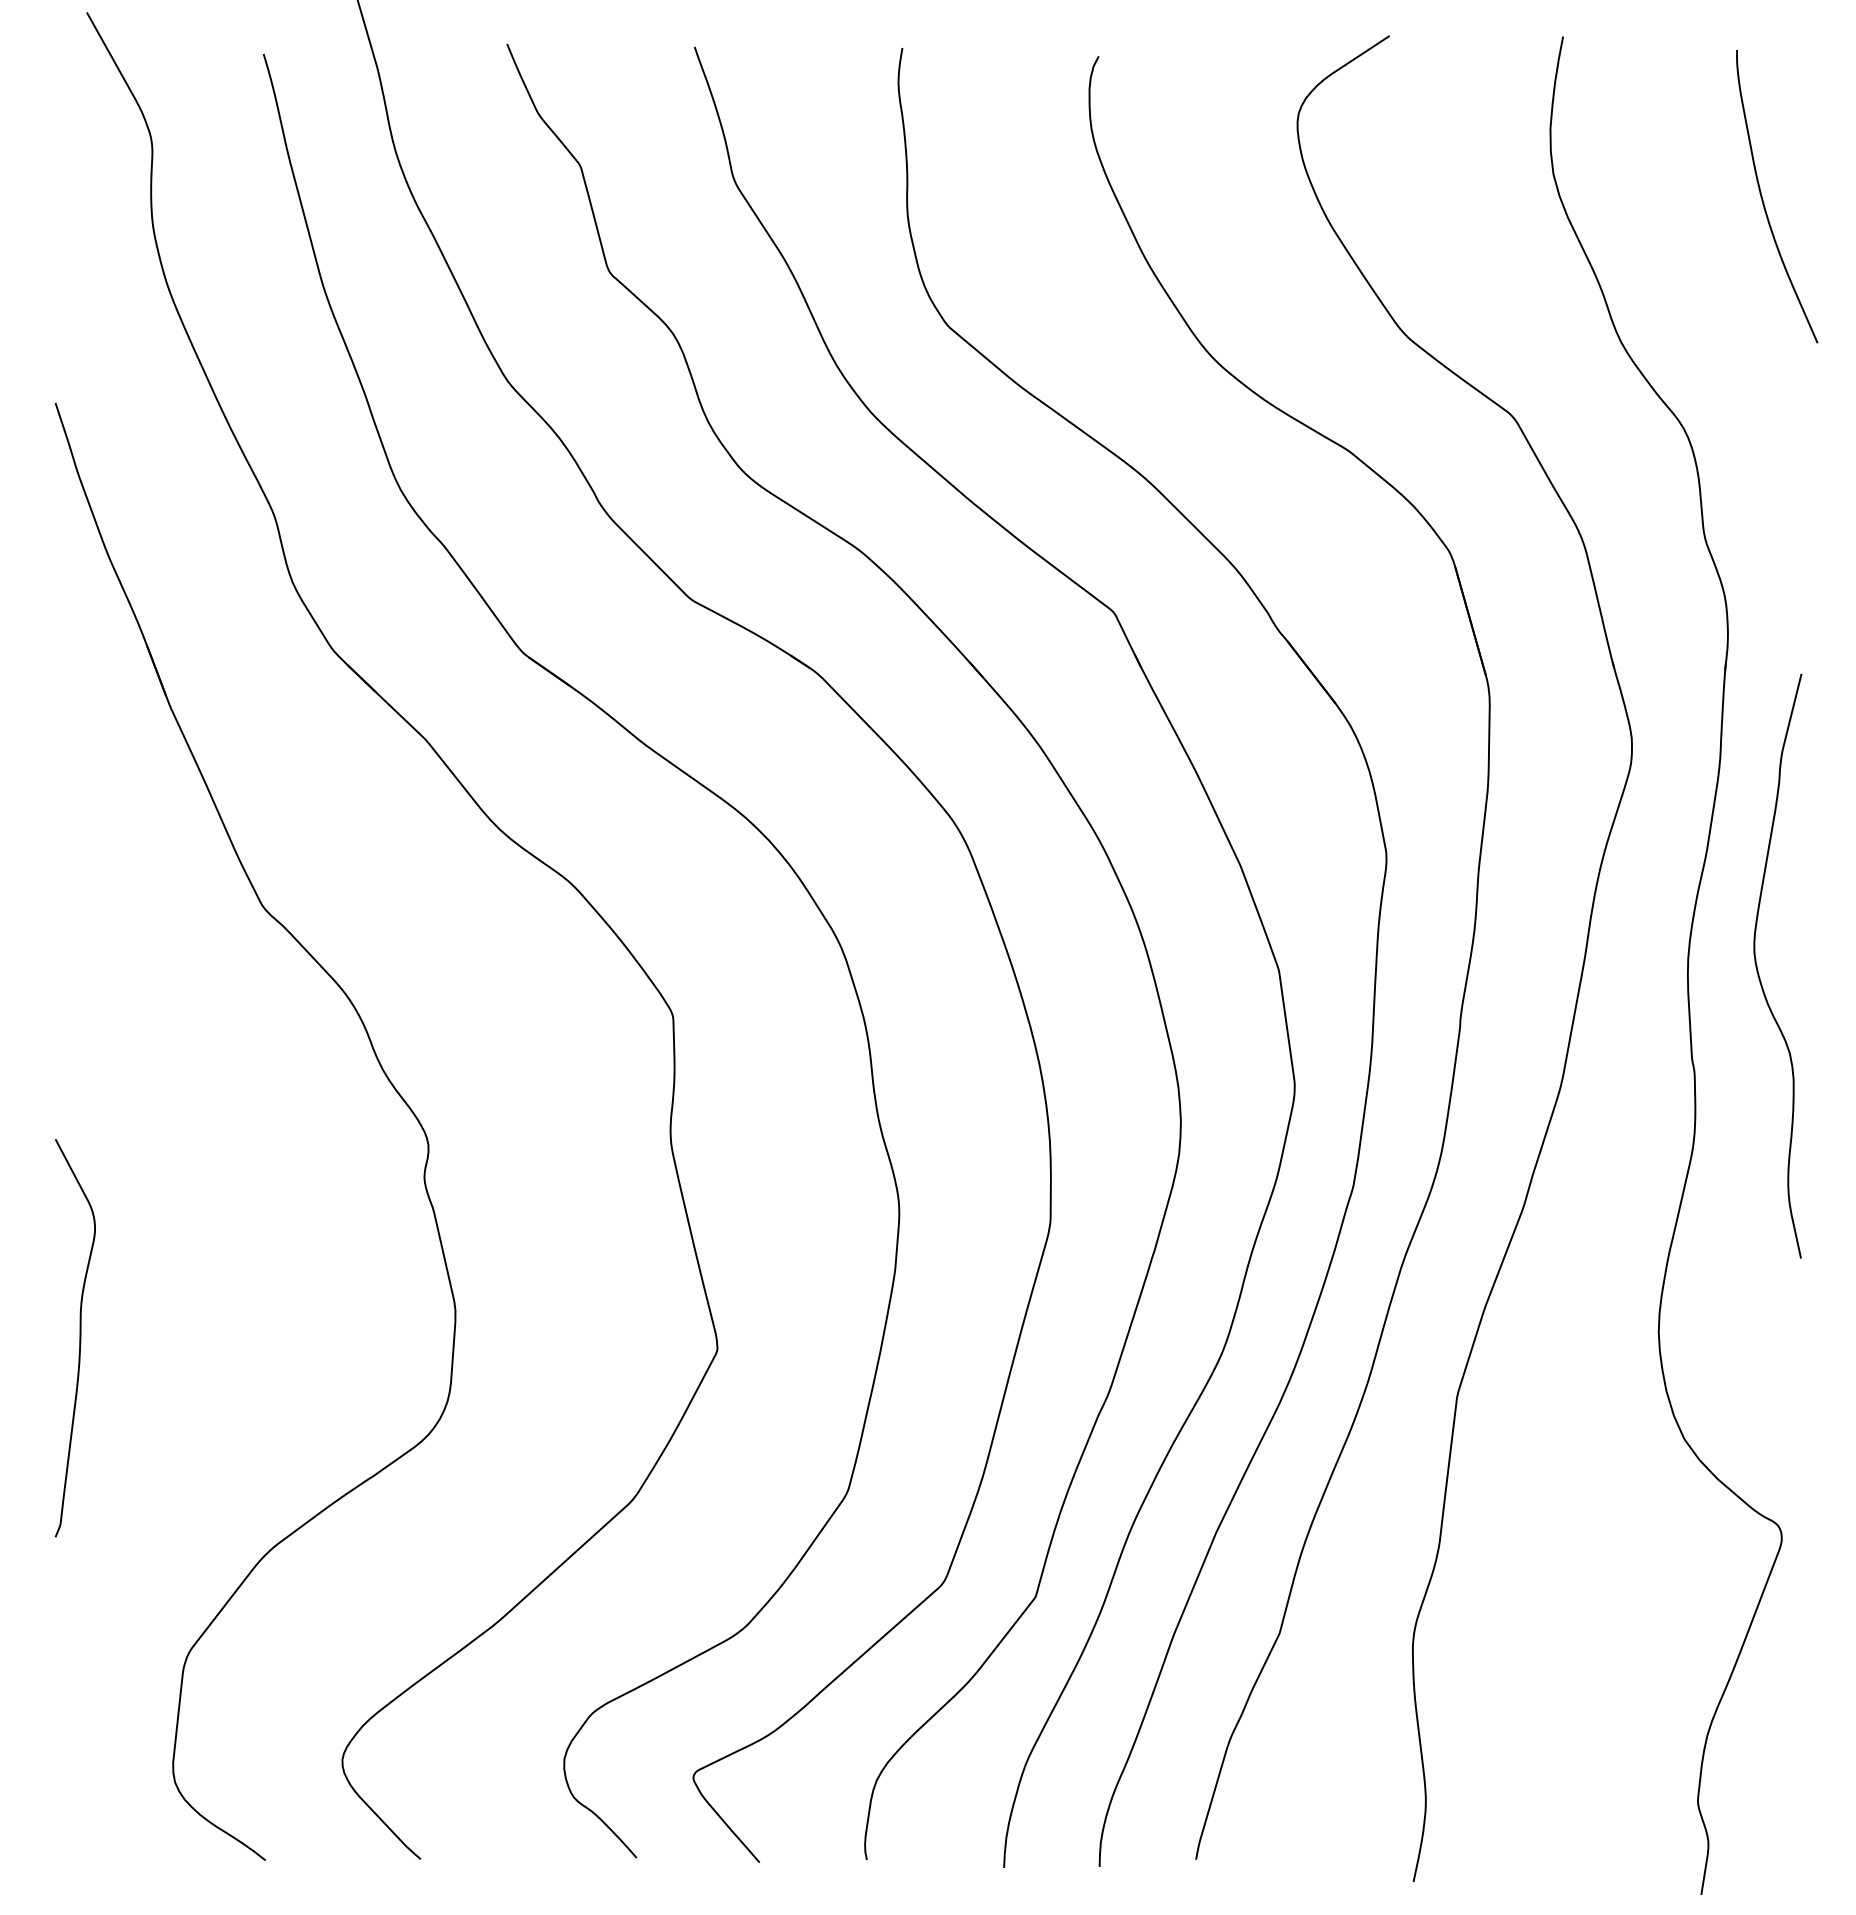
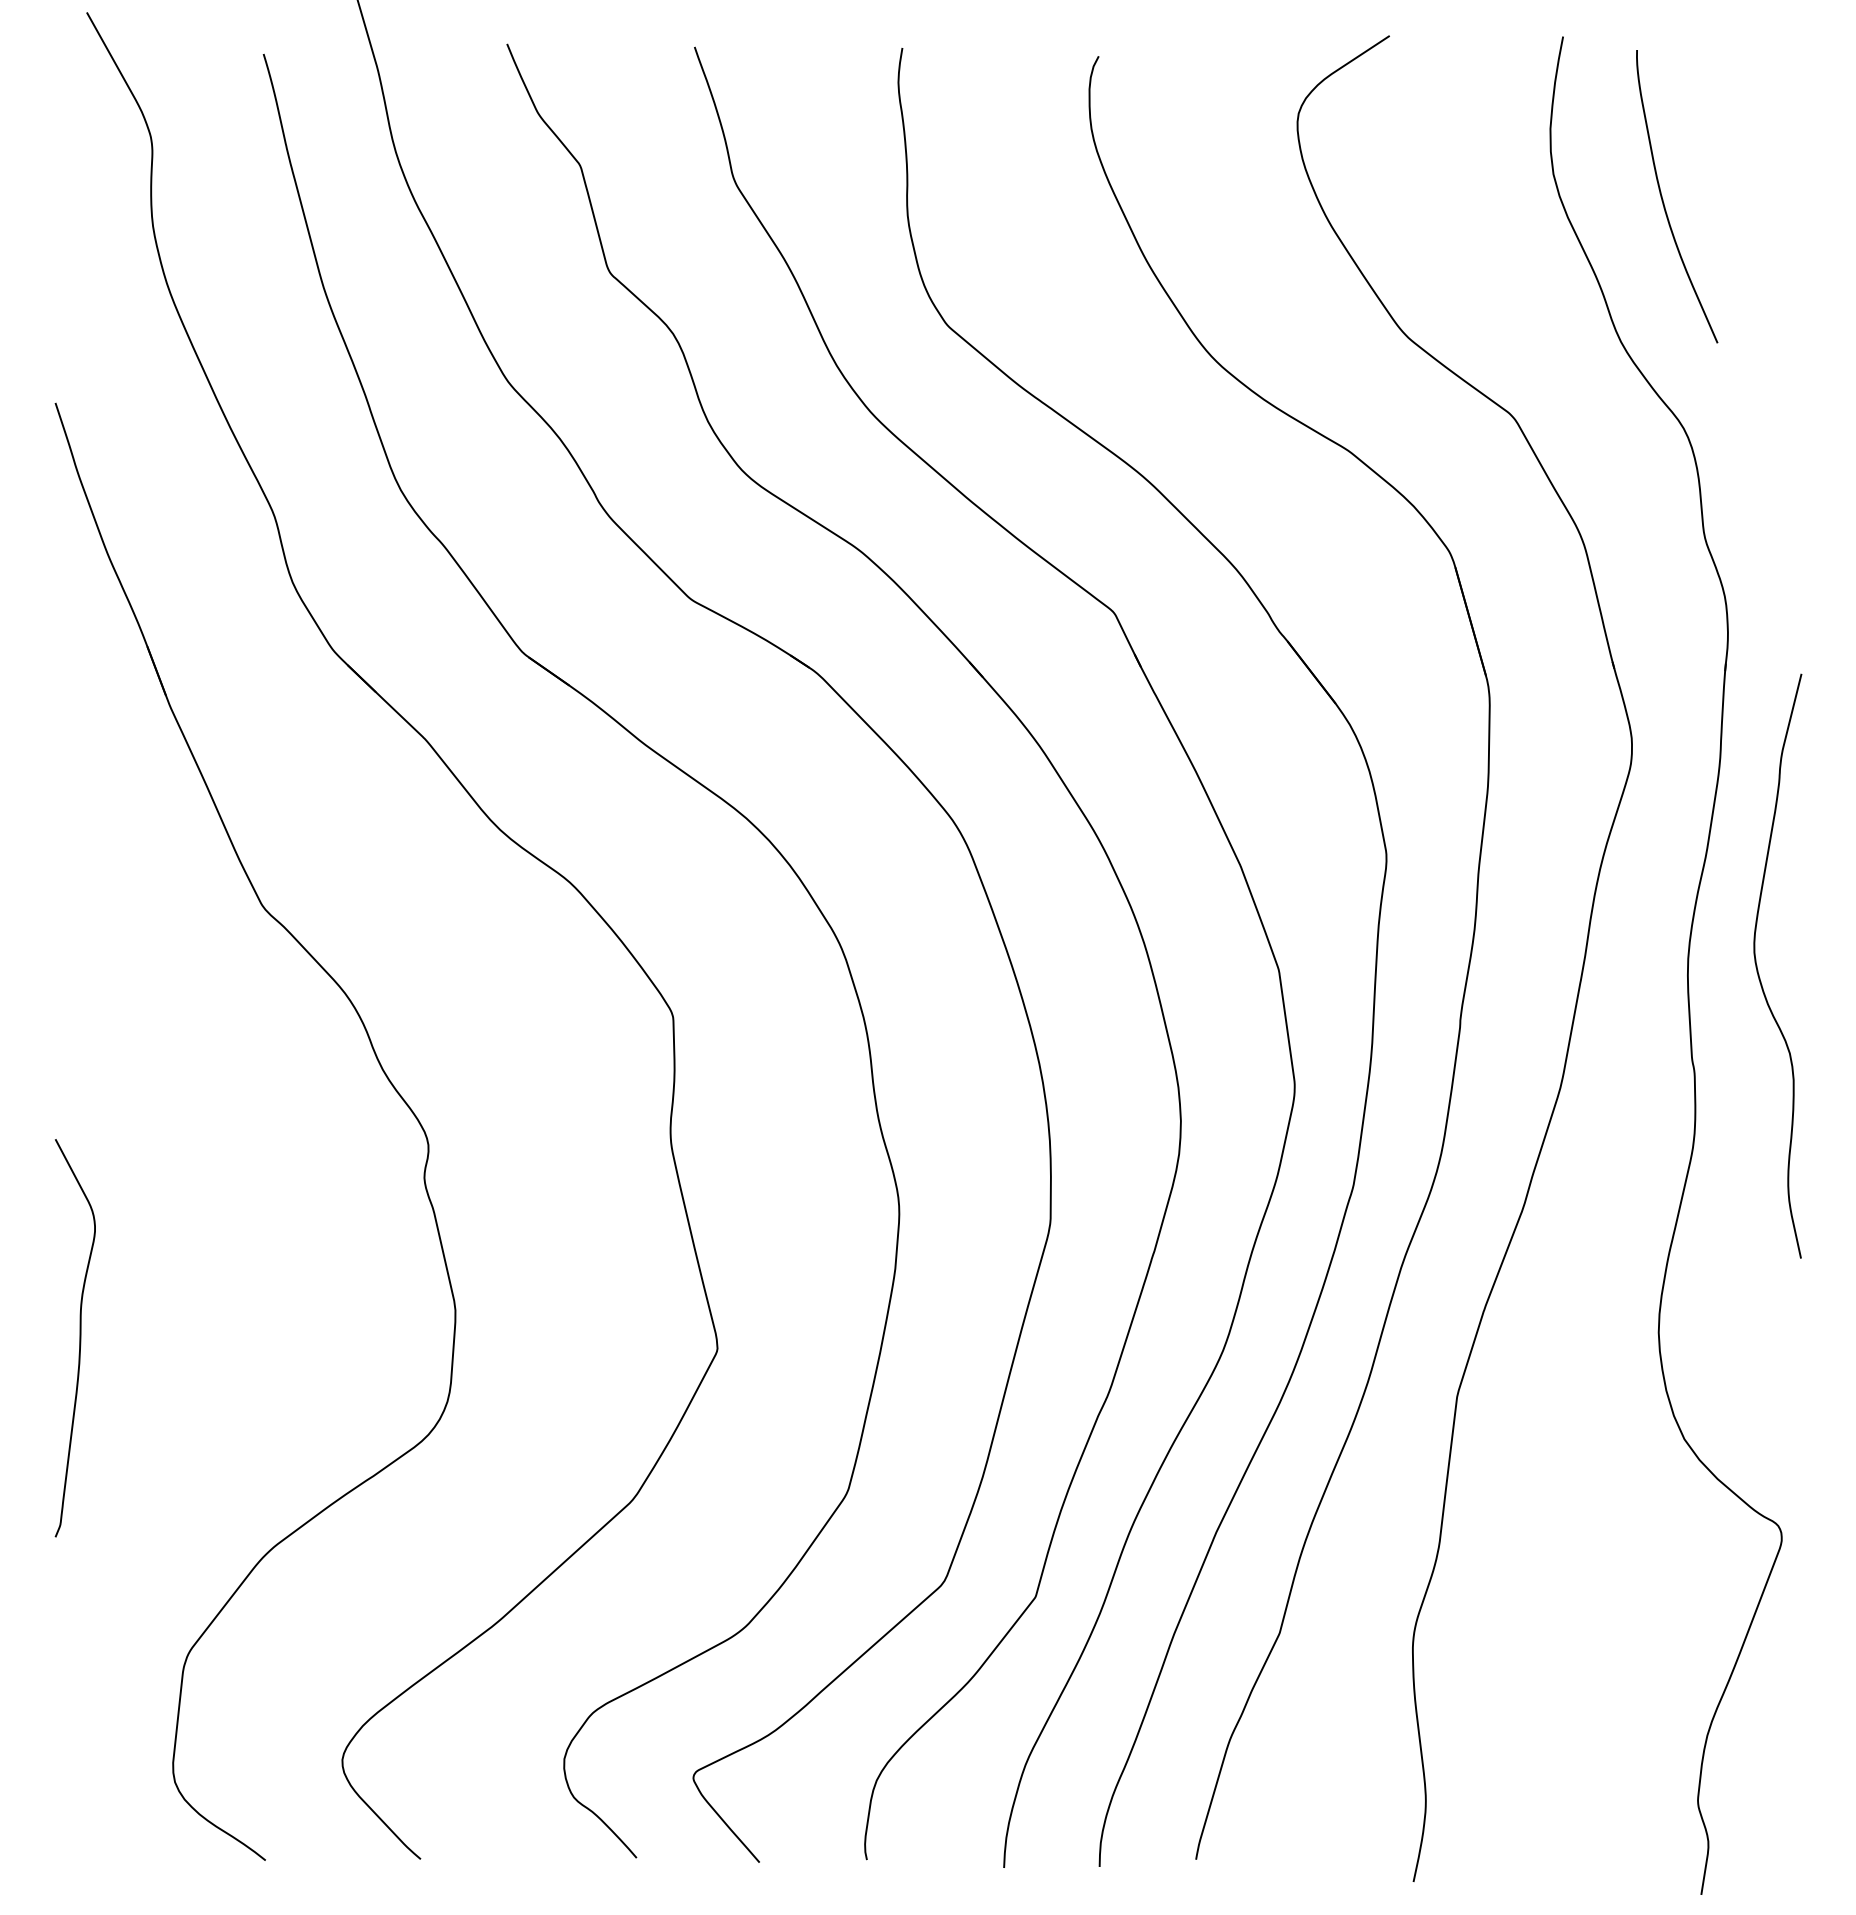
curve at (1763, 199) position: (1763, 199) -> (1663, 199)
